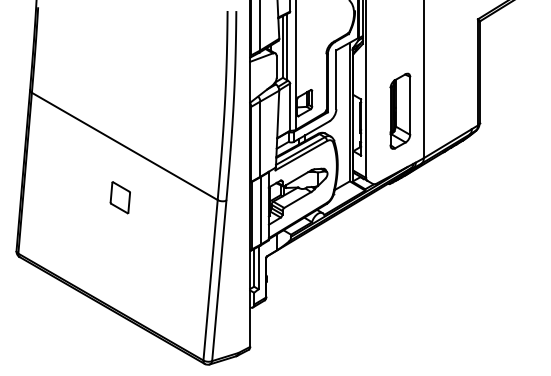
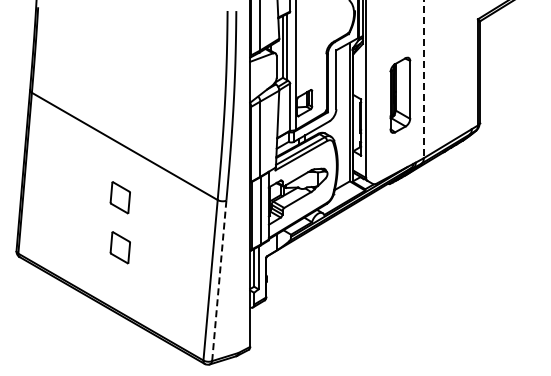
line at (423, 79): solid -> dashed
part at (400, 110) position: (400, 110) -> (400, 94)
part at (119, 247): none -> present
line at (219, 280): solid -> dashed
